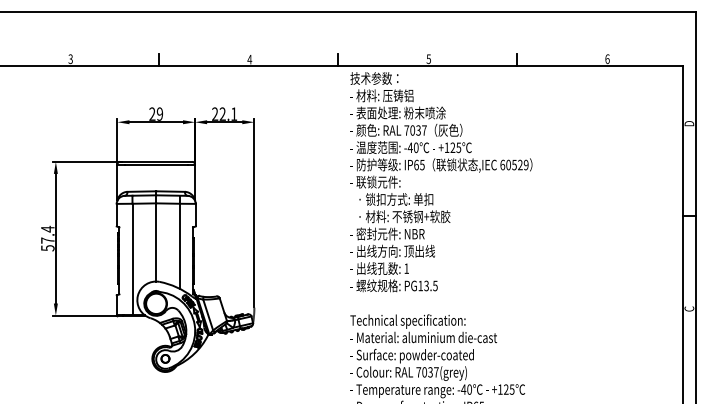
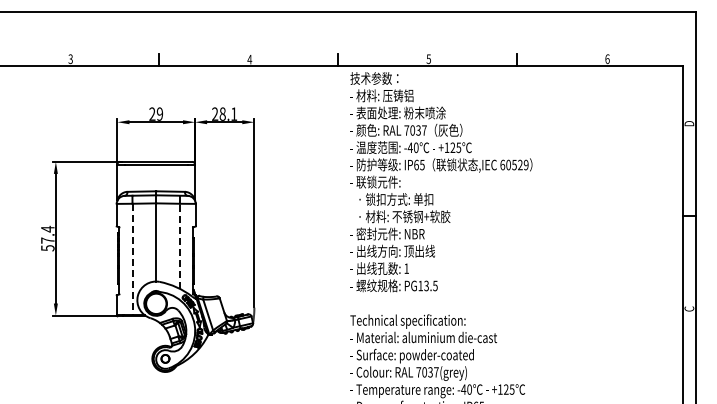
text at (222, 113): 22.1 -> 28.1
line at (179, 246): solid -> dashed
line at (132, 259): solid -> dashed
